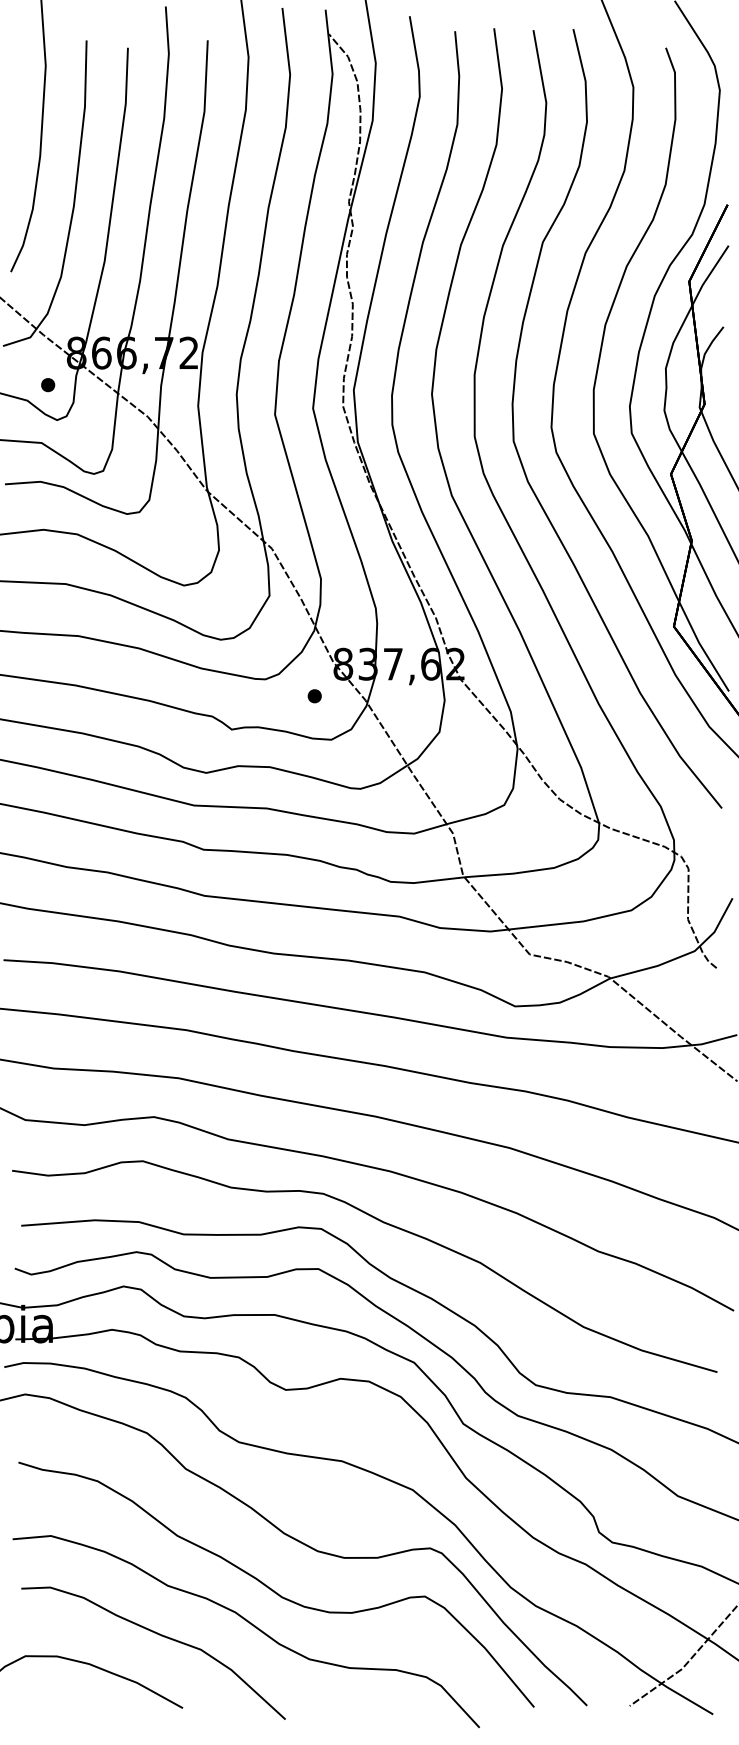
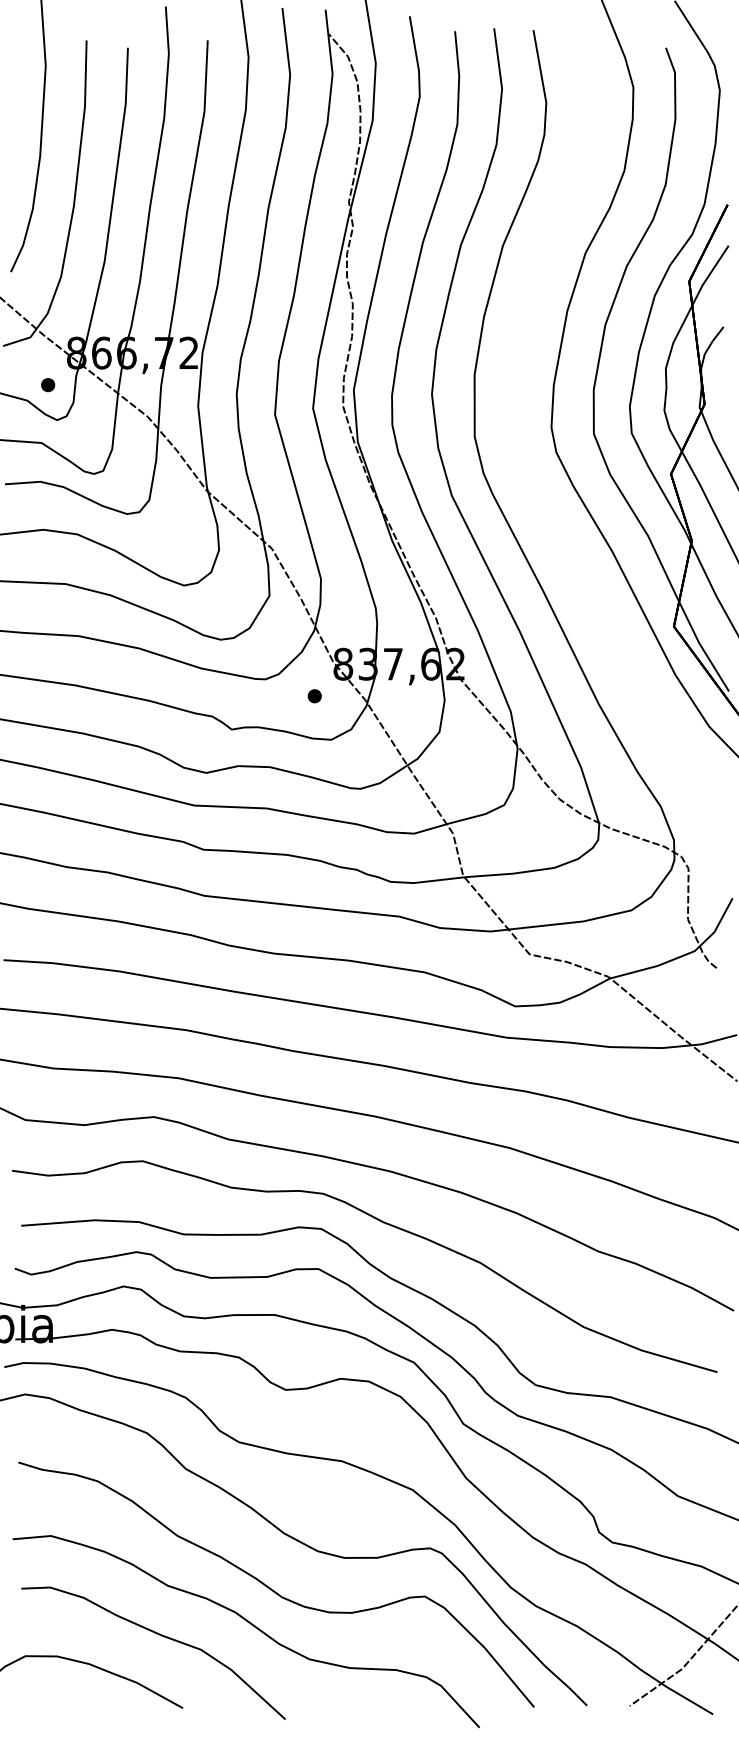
curve at (514, 424): present -> none
